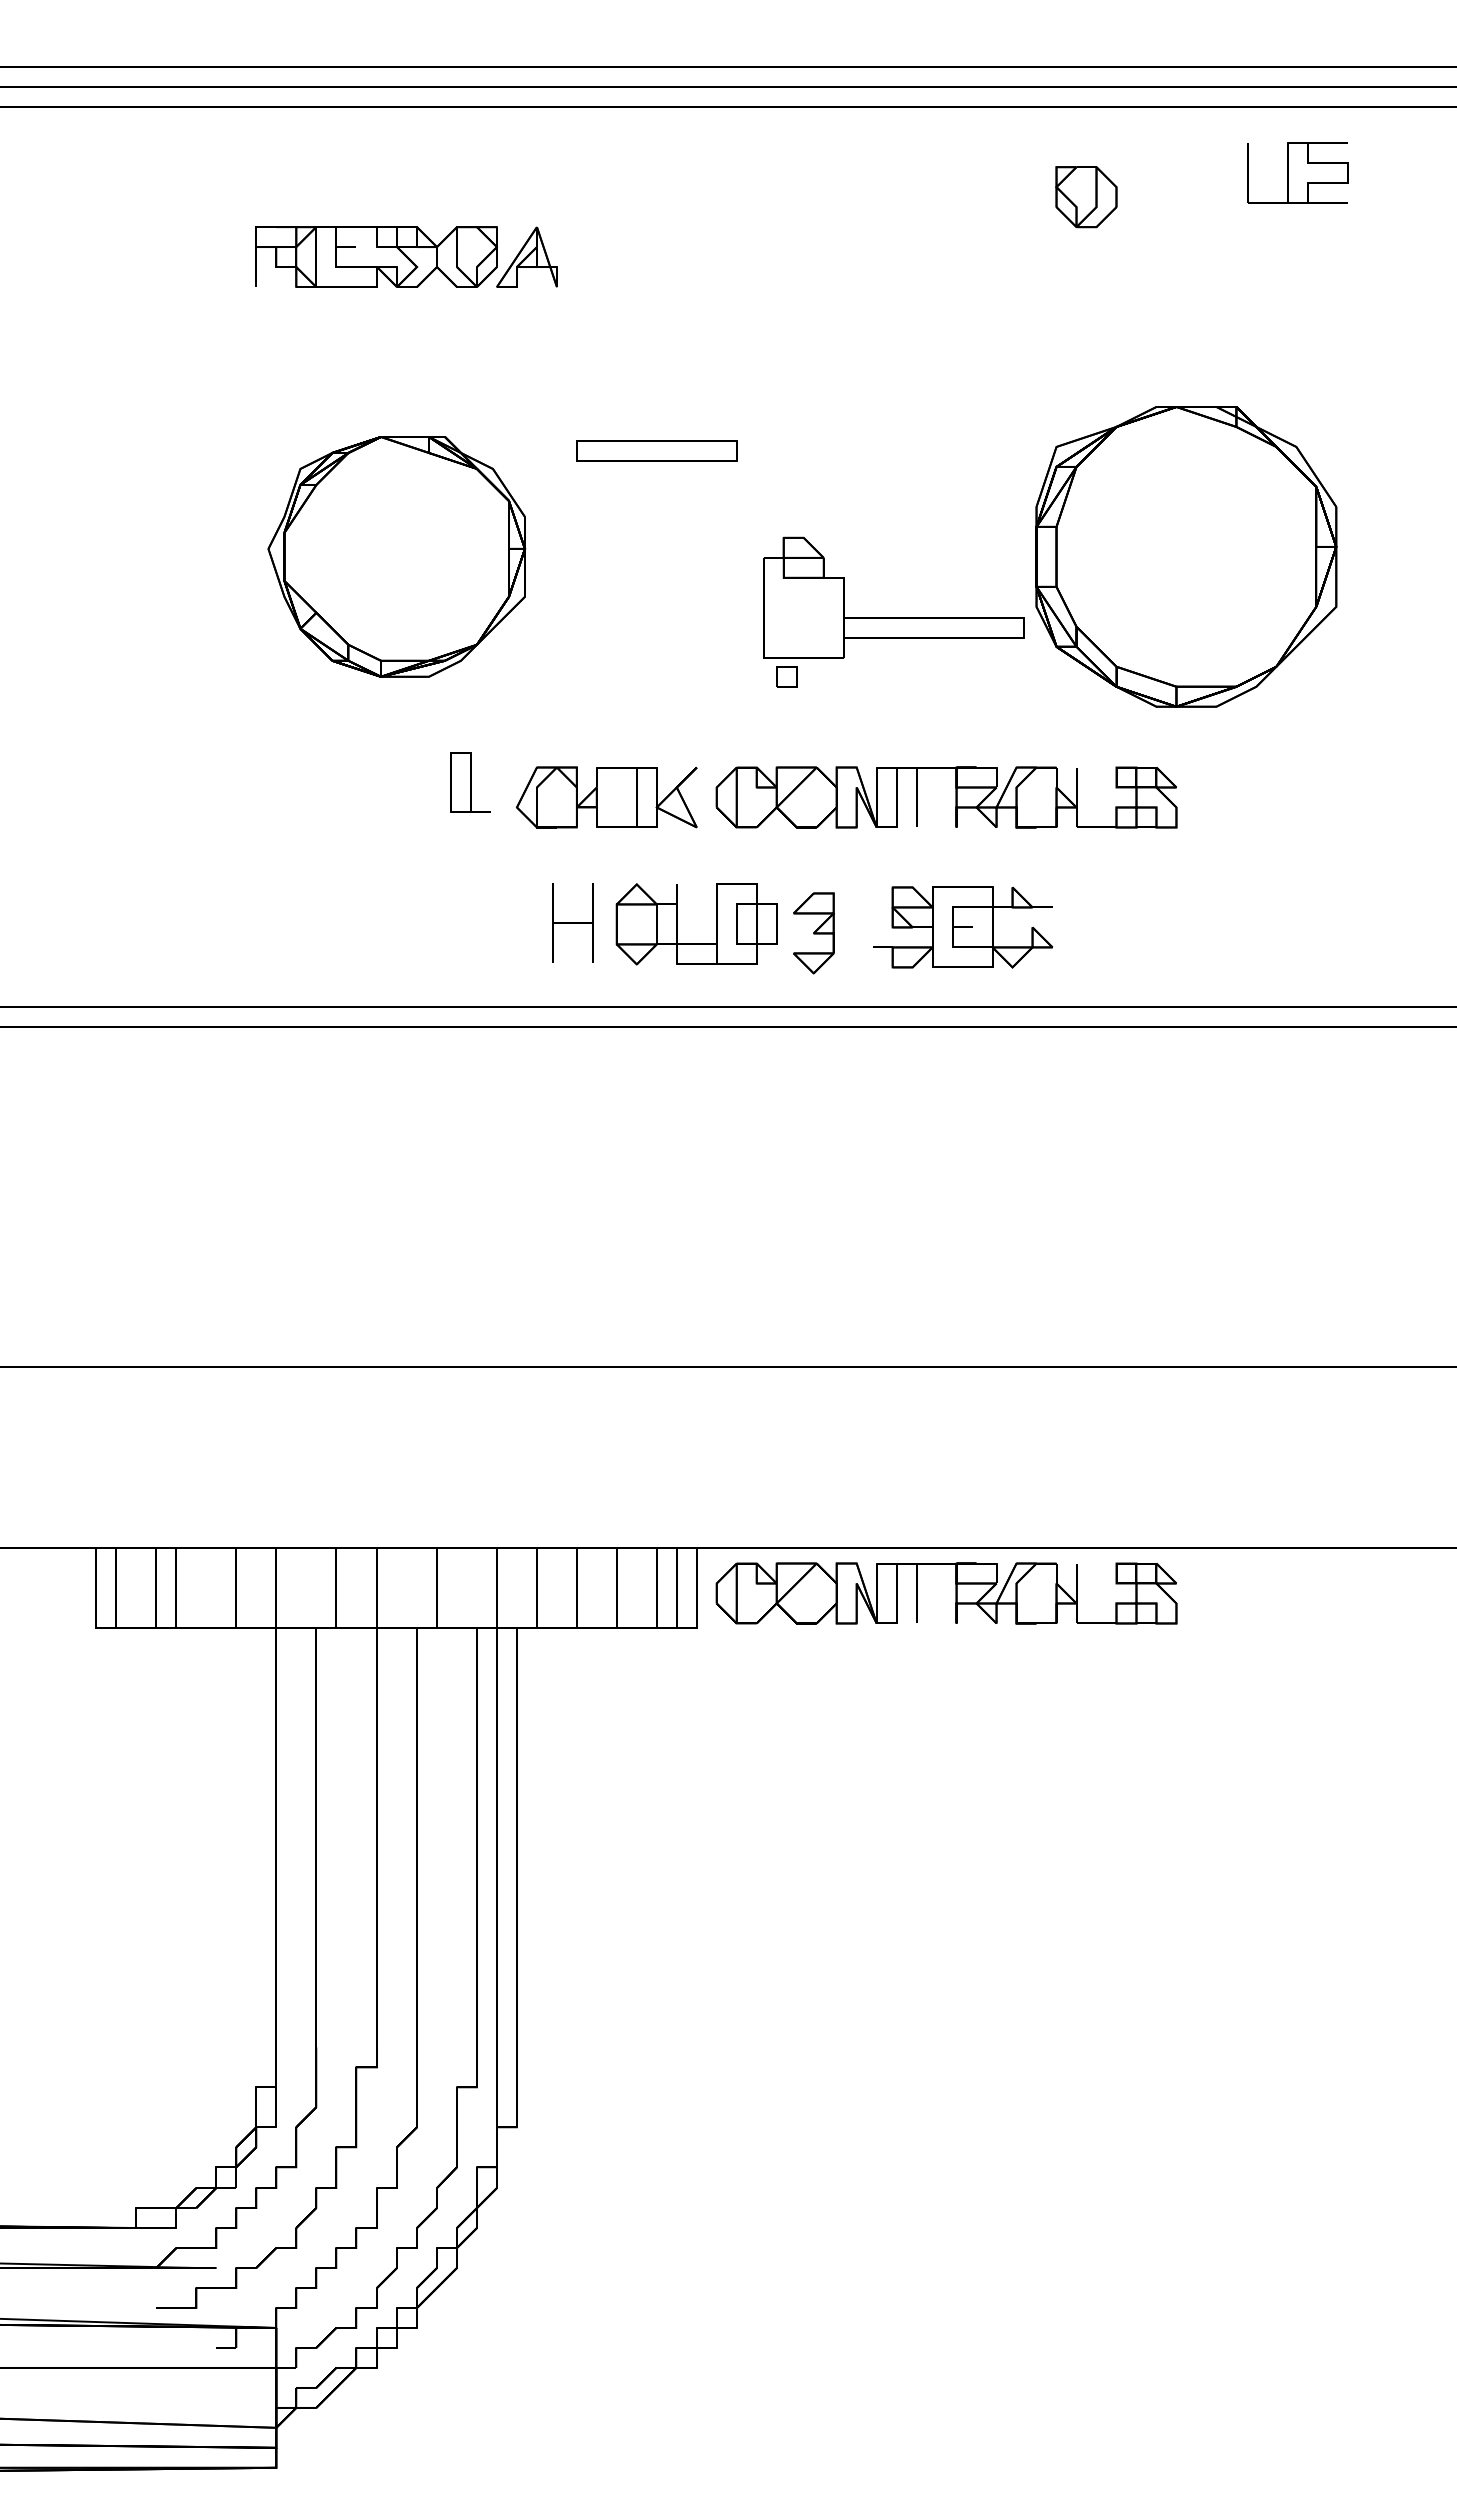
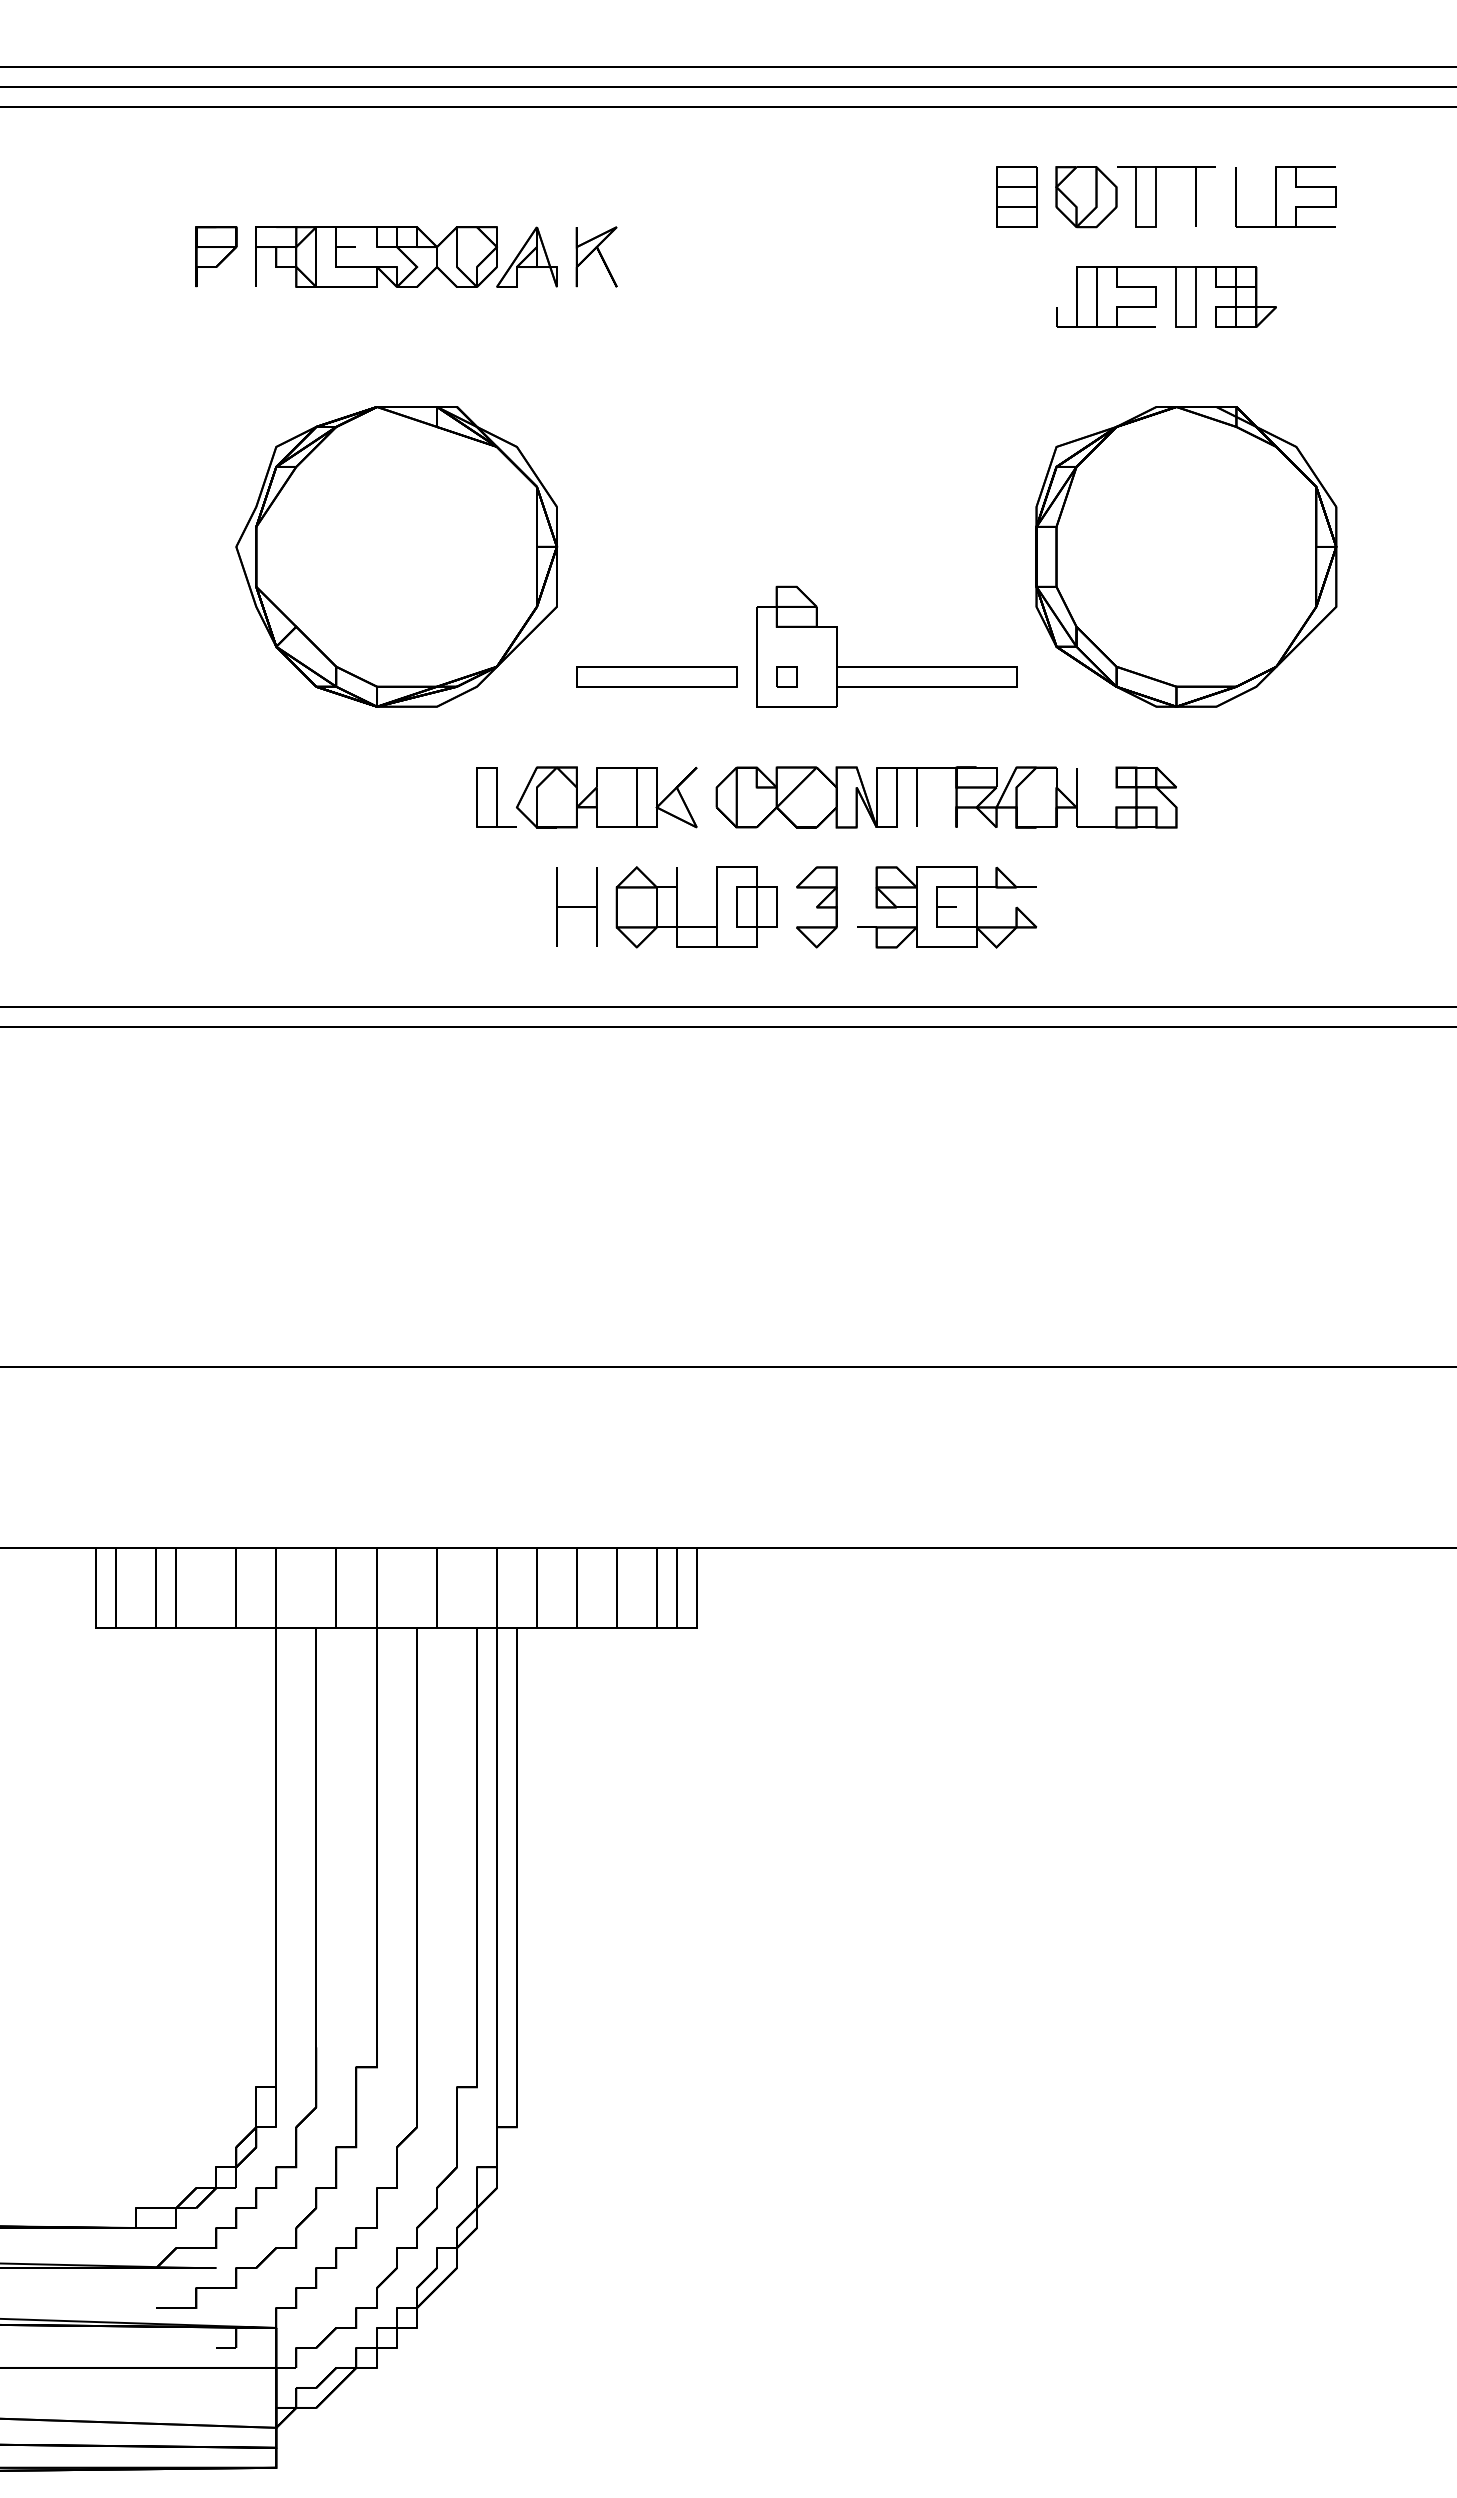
part at (1297, 172) position: (1297, 172) -> (1285, 196)
part at (1016, 196): none -> present
part at (1156, 196): none -> present
part at (596, 256): none -> present
curve at (221, 260): none -> present
part at (1175, 296): none -> present
part at (656, 450) position: (656, 450) -> (656, 676)
part at (396, 556) size: 260x242 px -> 324x302 px
part at (893, 617) position: (893, 617) -> (886, 666)
part at (470, 782) position: (470, 782) -> (496, 797)
part at (572, 922) position: (572, 922) -> (576, 906)
part at (677, 924) position: (677, 924) -> (677, 907)
part at (963, 927) position: (963, 927) -> (947, 907)
part at (813, 933) position: (813, 933) -> (816, 907)
part at (955, 1593): present -> none
